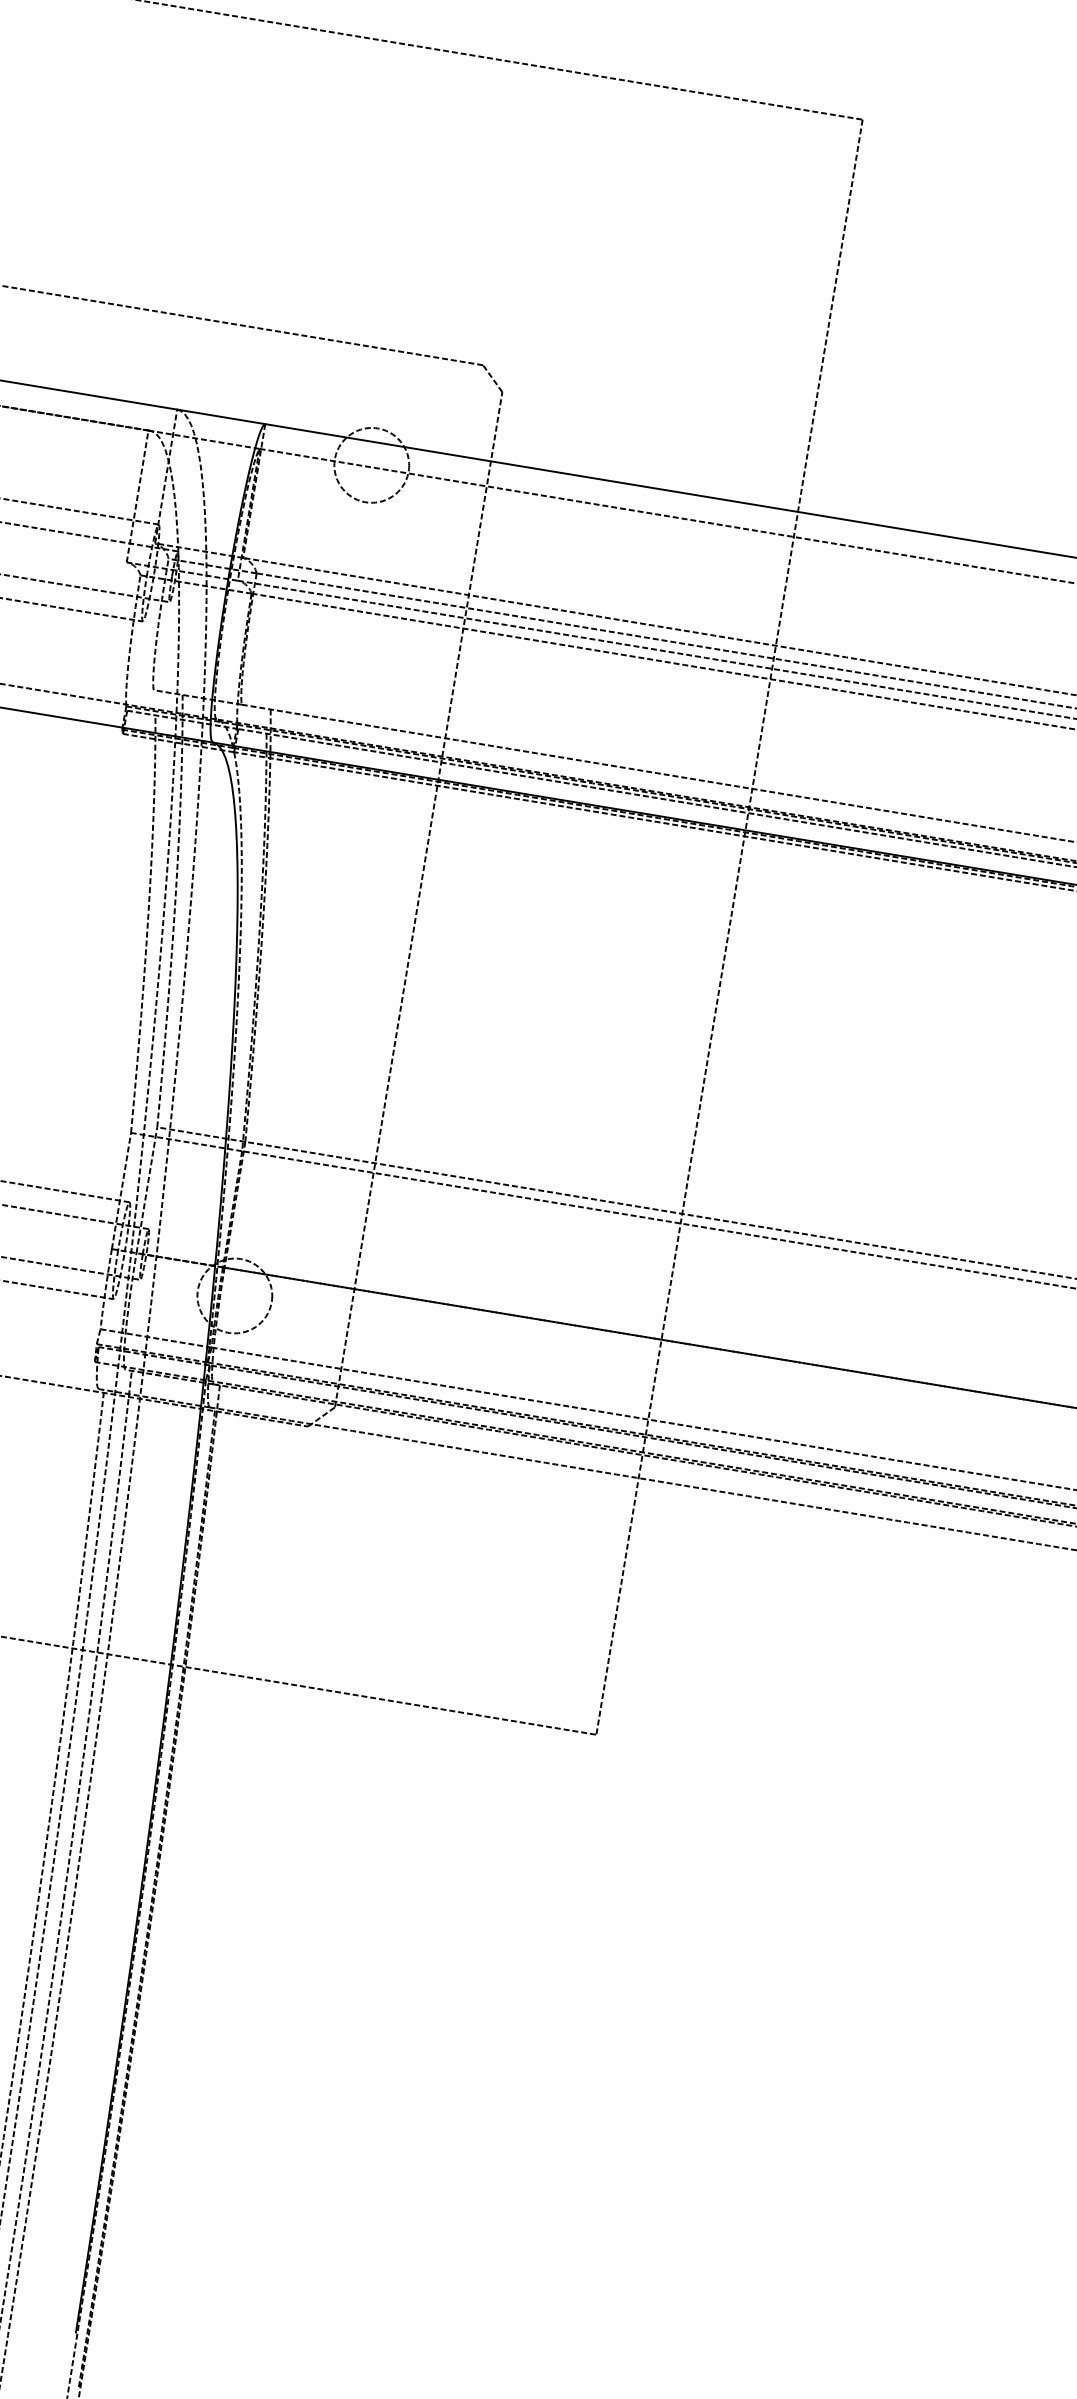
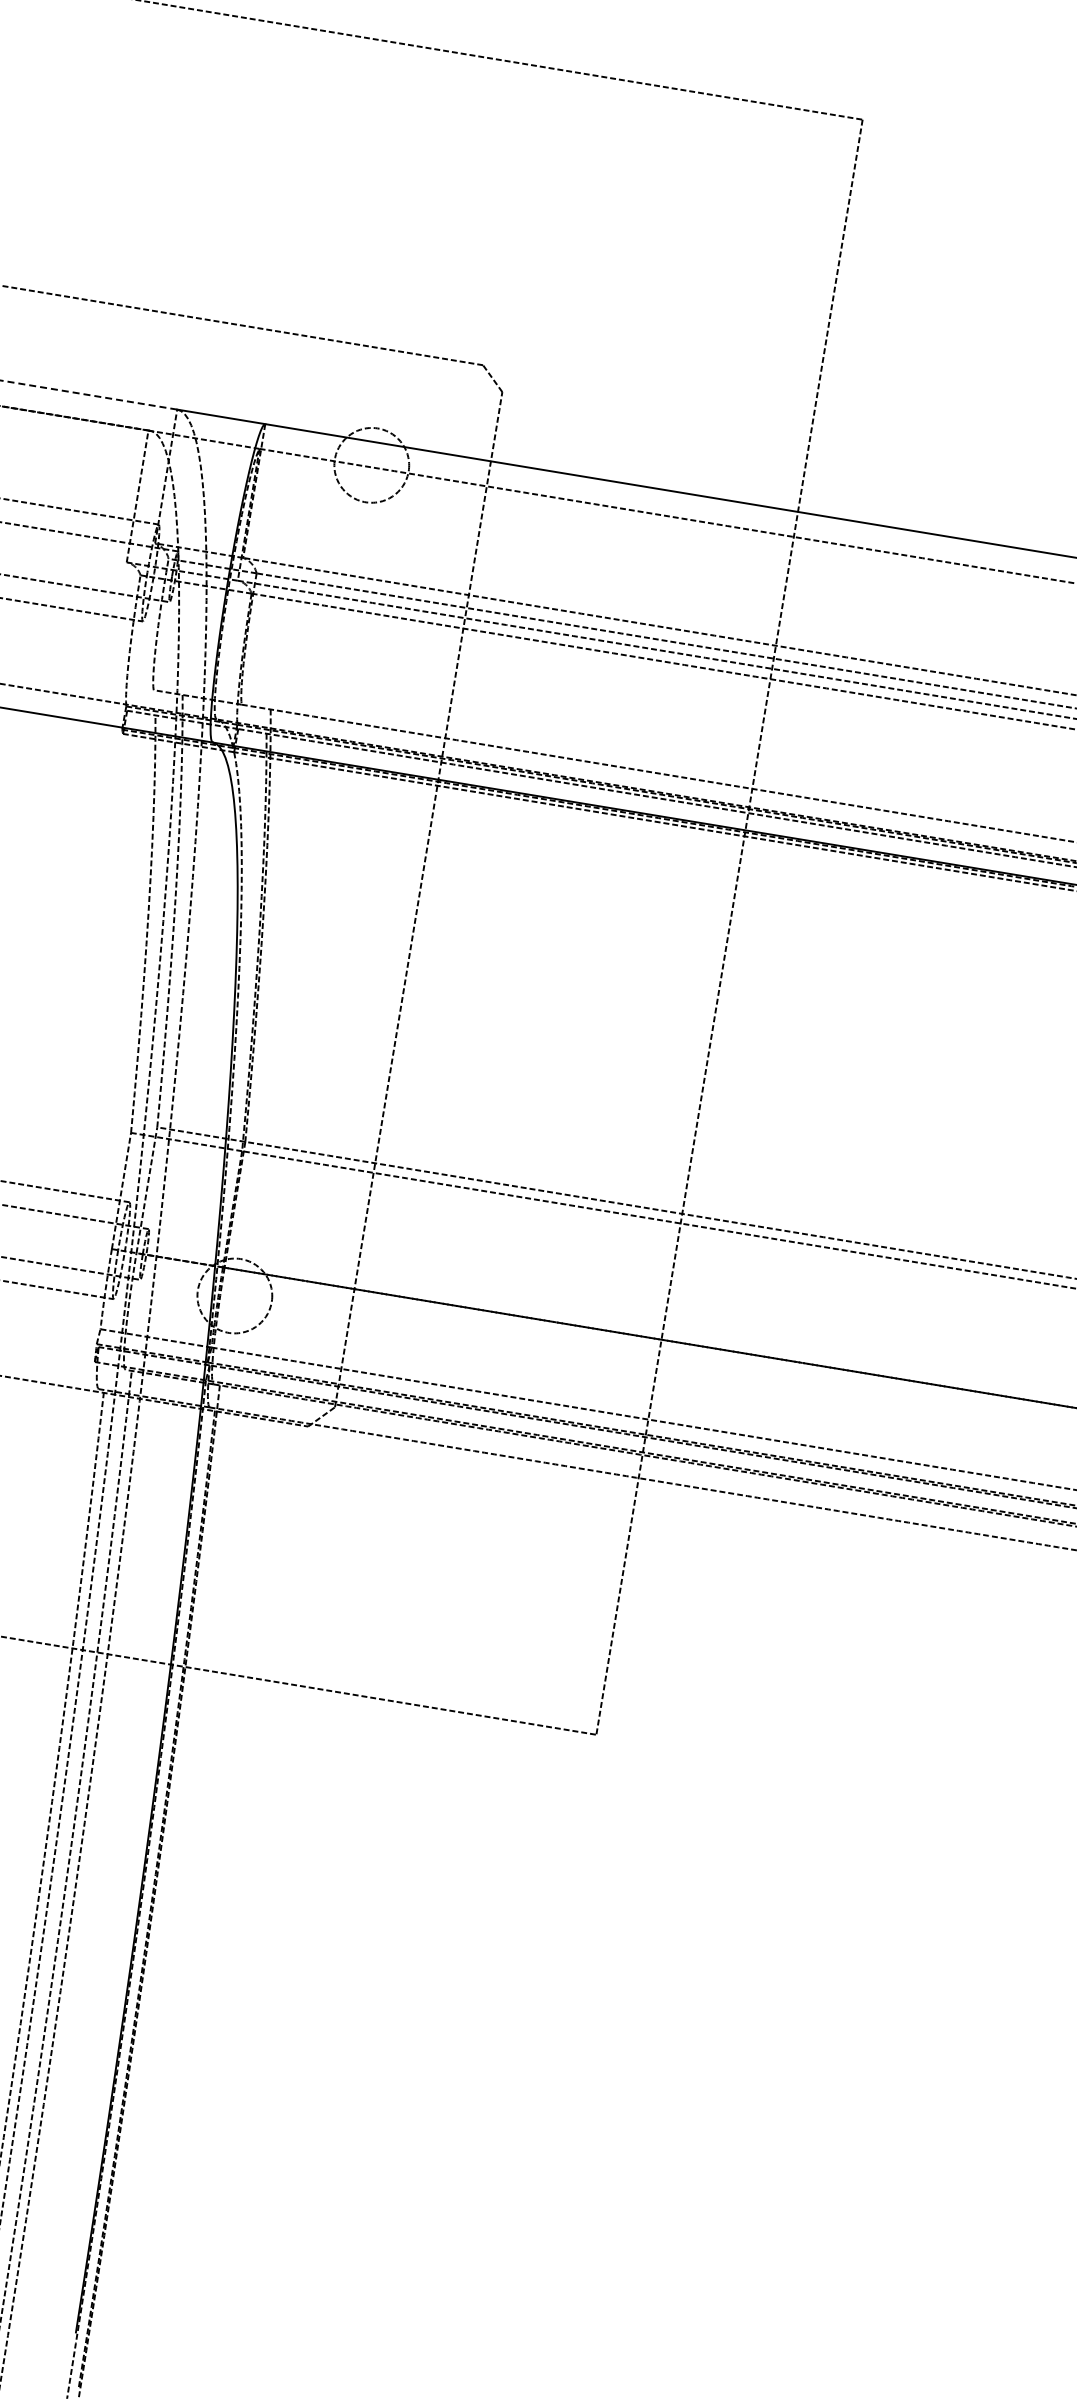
line at (88, 394): solid -> dashed
